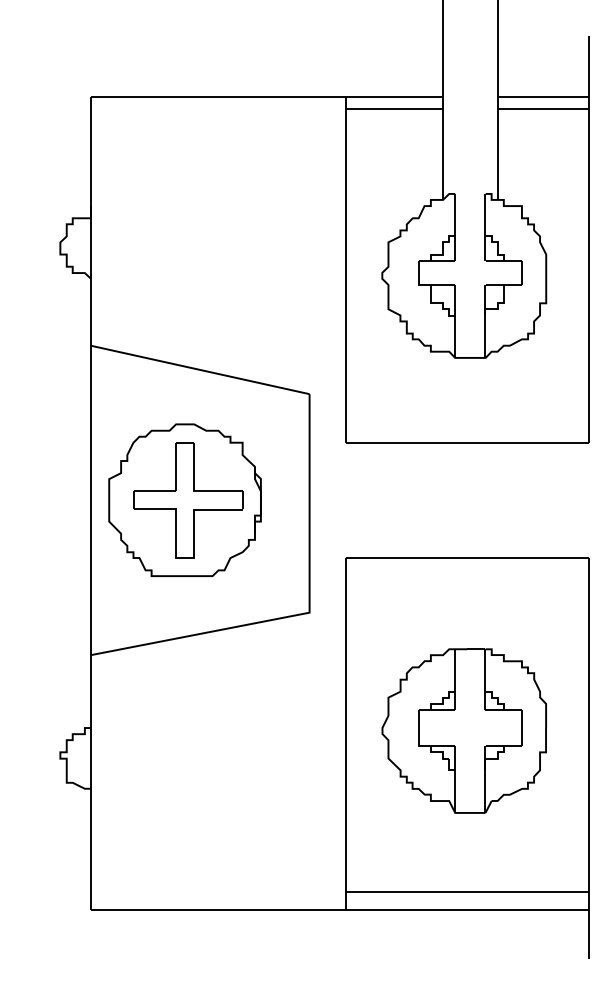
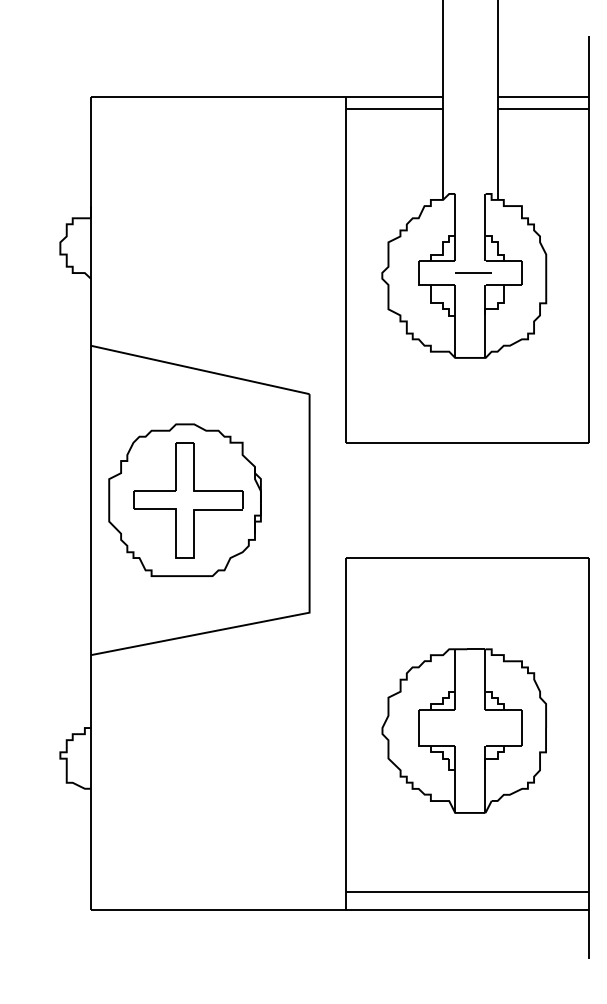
line at (473, 272): none -> present
